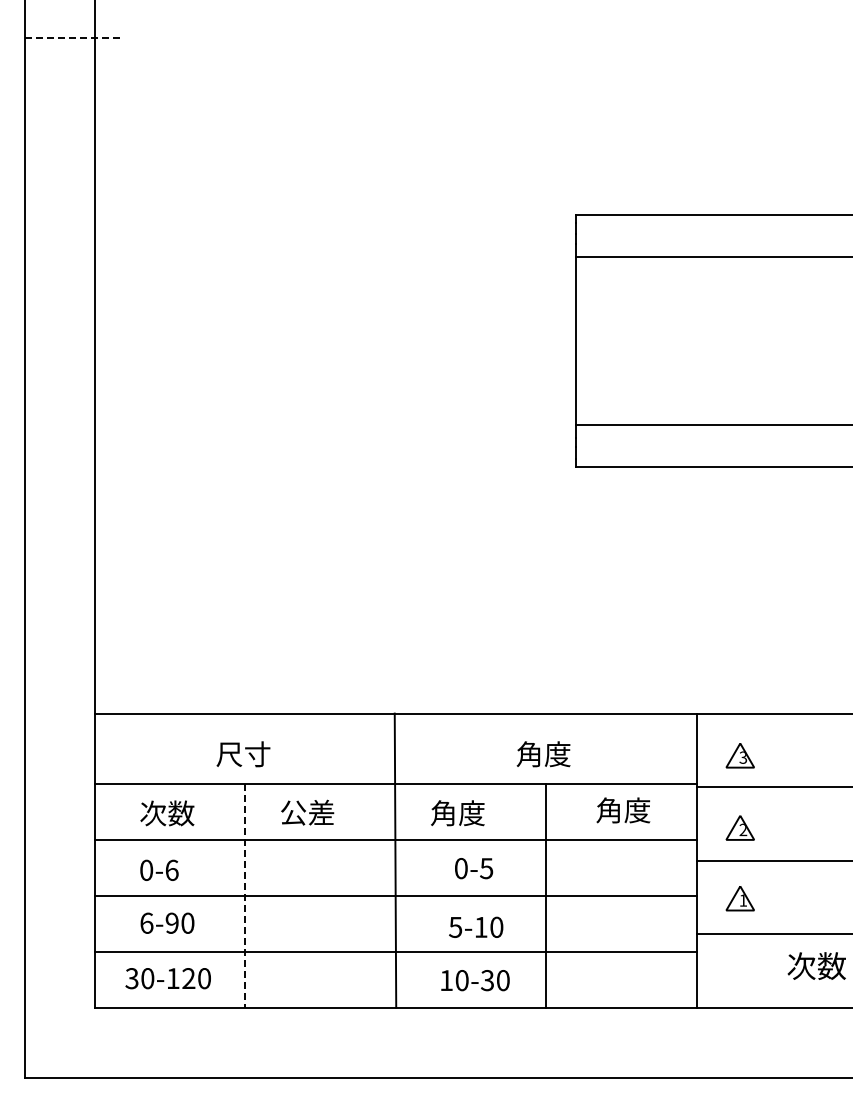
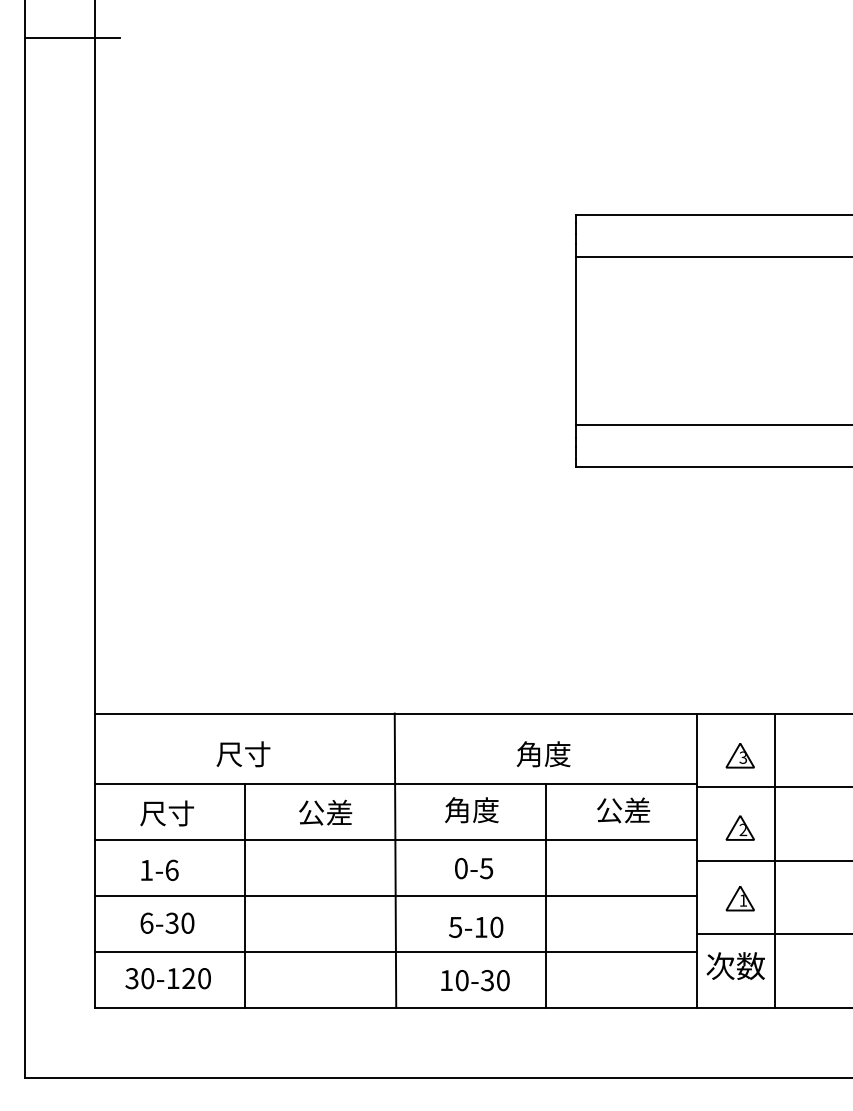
line at (72, 37): dashed -> solid
text at (623, 810): 角度 -> 公差
text at (307, 812) position: (307, 812) -> (325, 812)
text at (167, 813): 次数 -> 尺寸
text at (457, 813) position: (457, 813) -> (471, 810)
line at (774, 860): none -> present
text at (146, 869): 0-6 -> 1-6
line at (245, 896): dashed -> solid
text at (171, 923): 6-90 -> 6-30
text at (816, 965) position: (816, 965) -> (735, 965)
